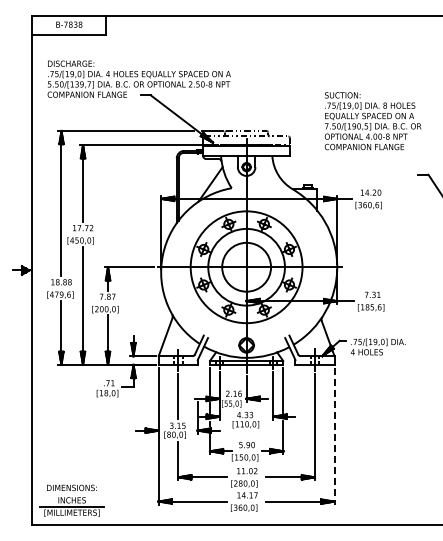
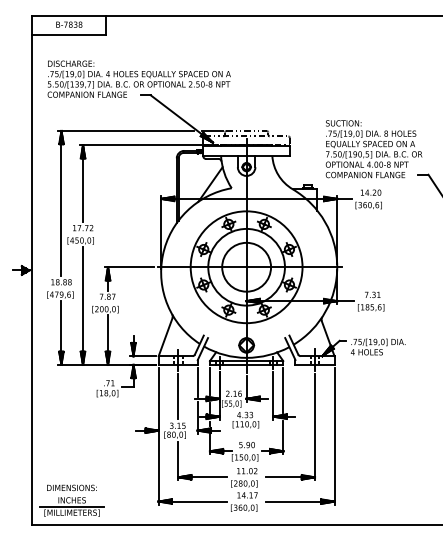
text at (372, 121) position: (372, 121) -> (373, 149)
line at (197, 382): none -> present
line at (334, 436): dashed -> solid
